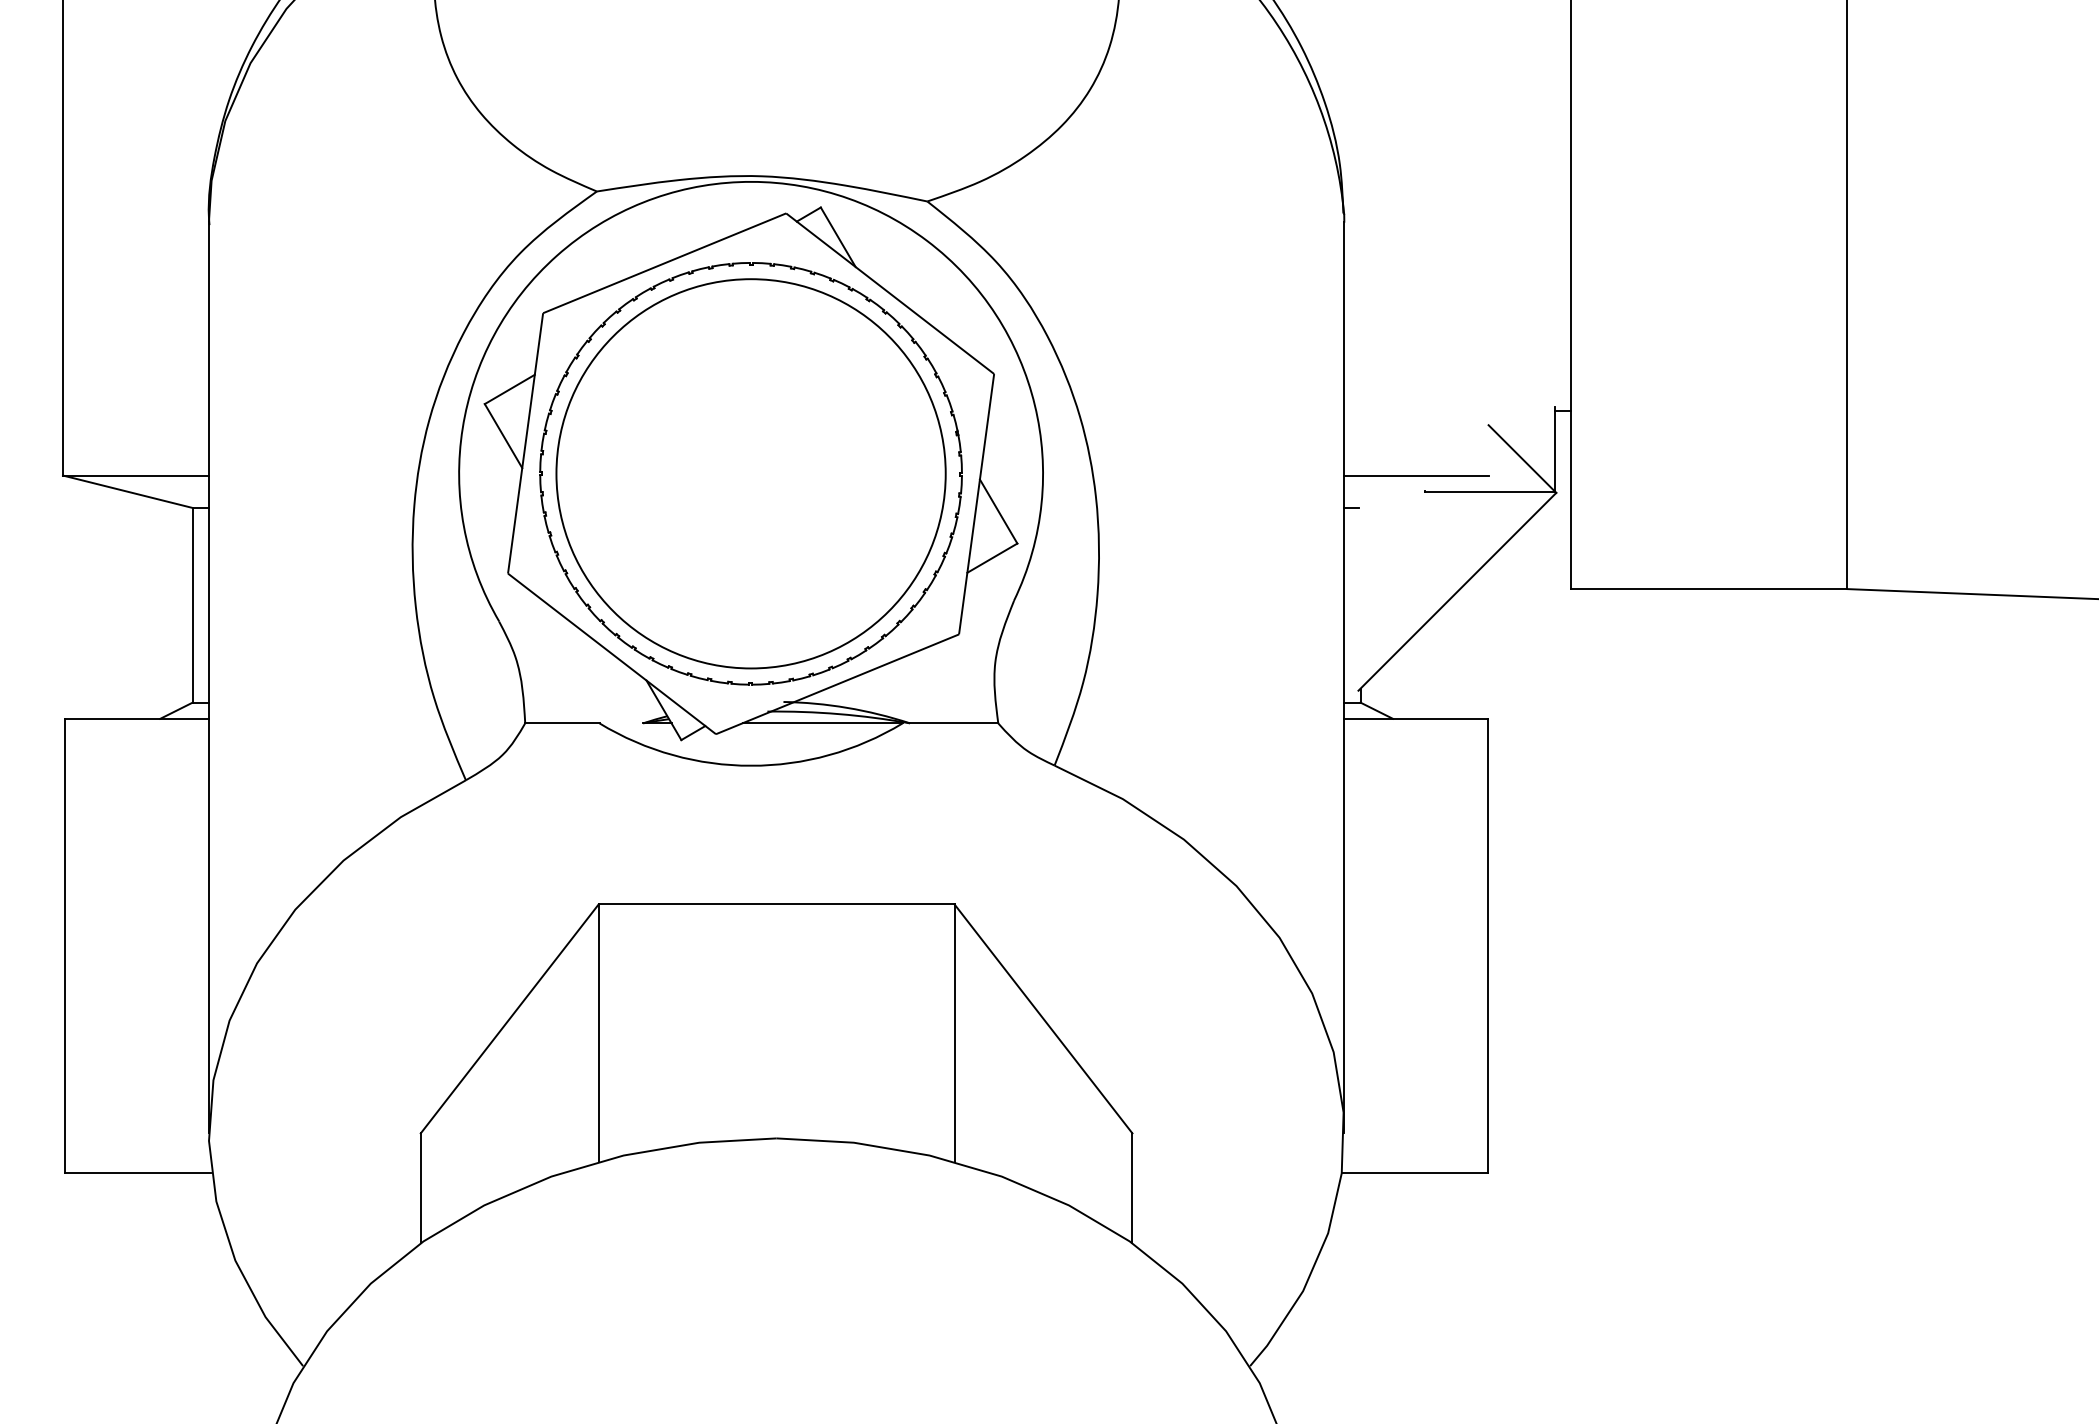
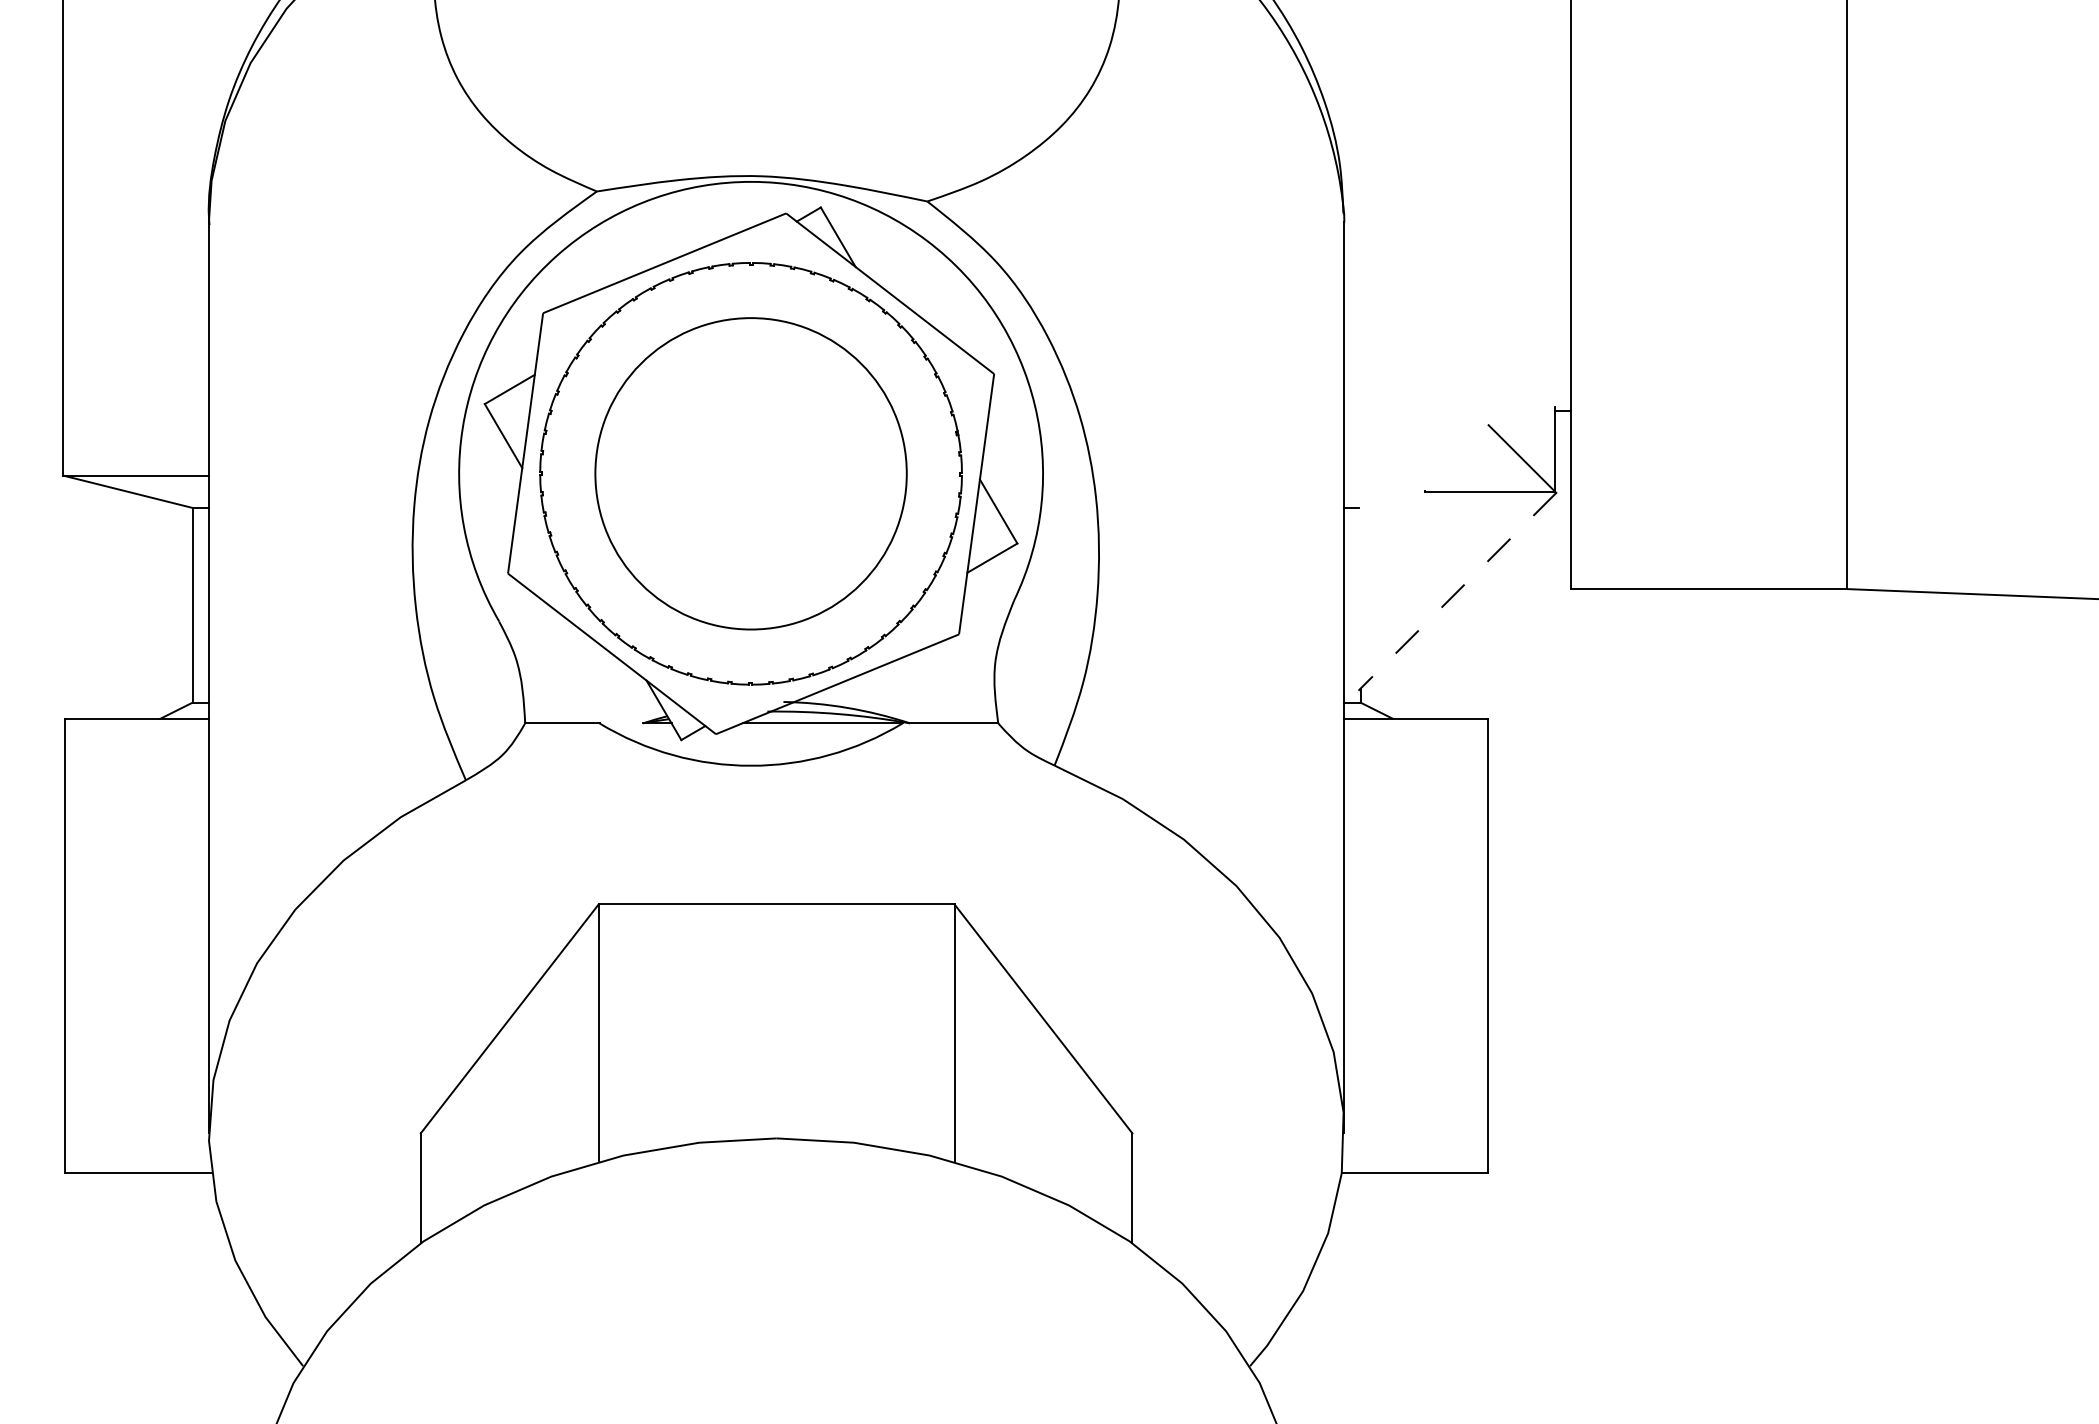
circle at (750, 473) diameter: 389 px -> 311 px
line at (1416, 475): present -> none
line at (1457, 591): solid -> dashed
